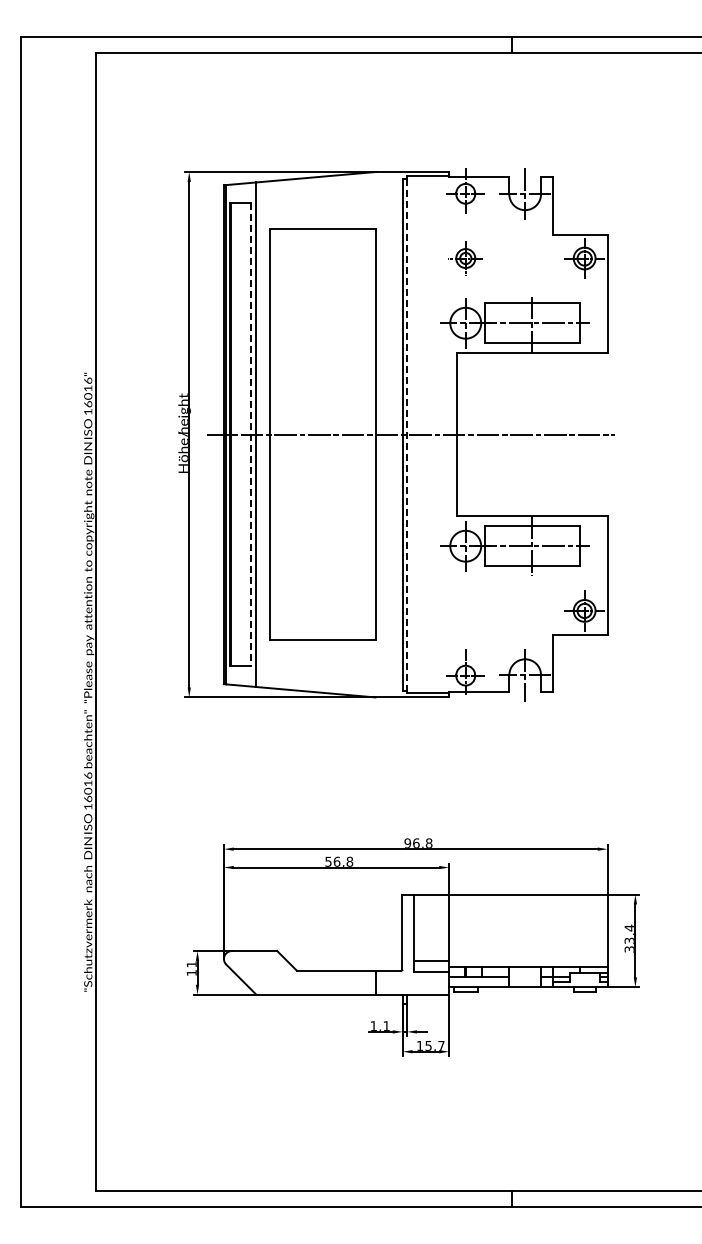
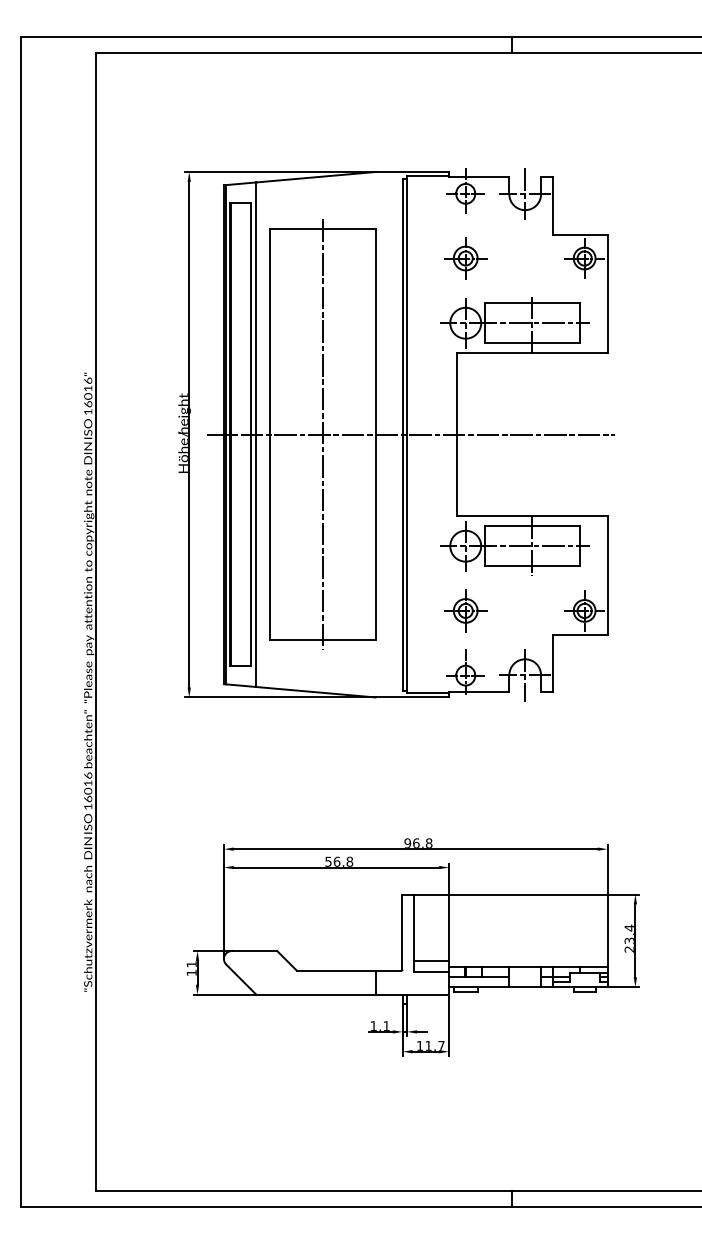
part at (465, 258) size: 35x35 px -> 44x43 px
line at (250, 434): dashed -> solid
line at (322, 434): none -> present
line at (407, 434): dashed -> solid
part at (465, 610): none -> present
text at (629, 949): 33,4 -> 23,4
text at (428, 1045): 15,7 -> 11,7
